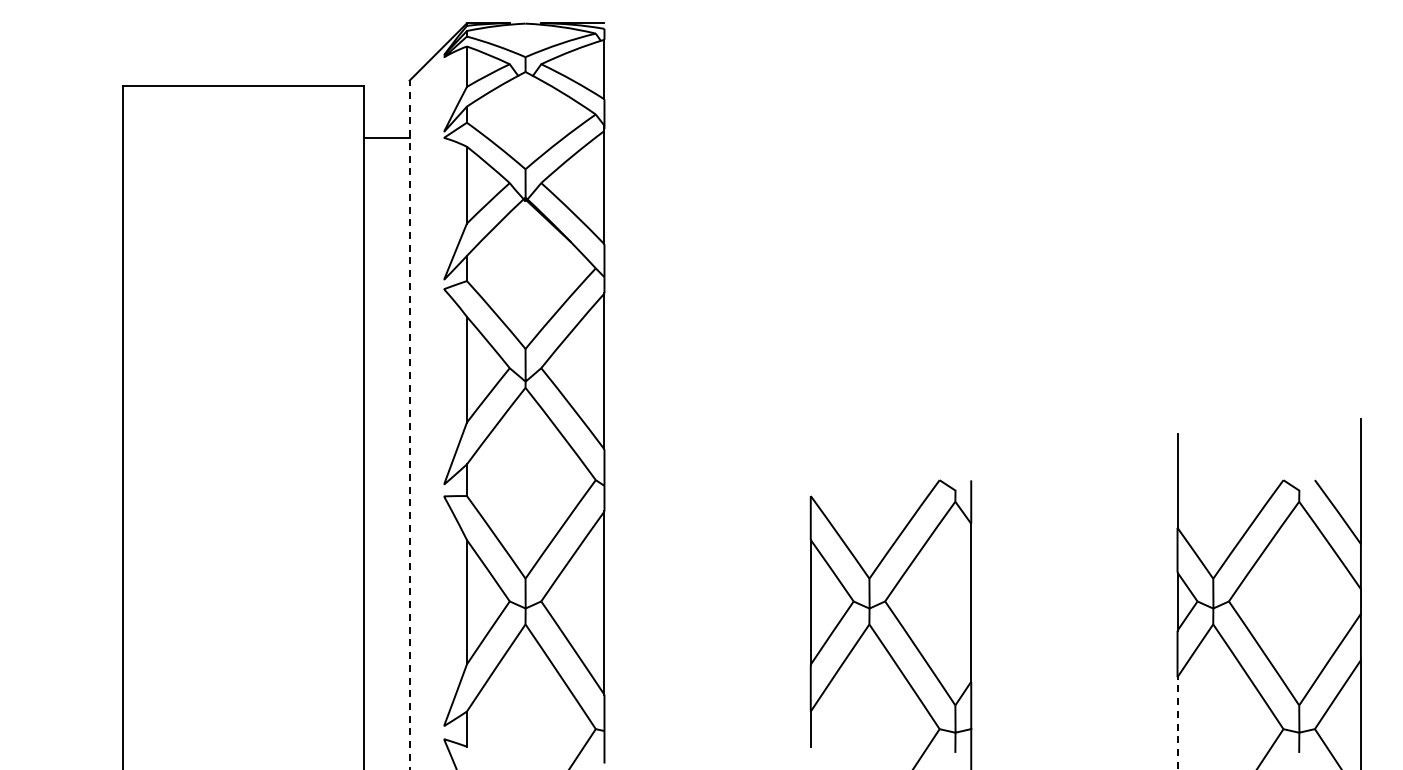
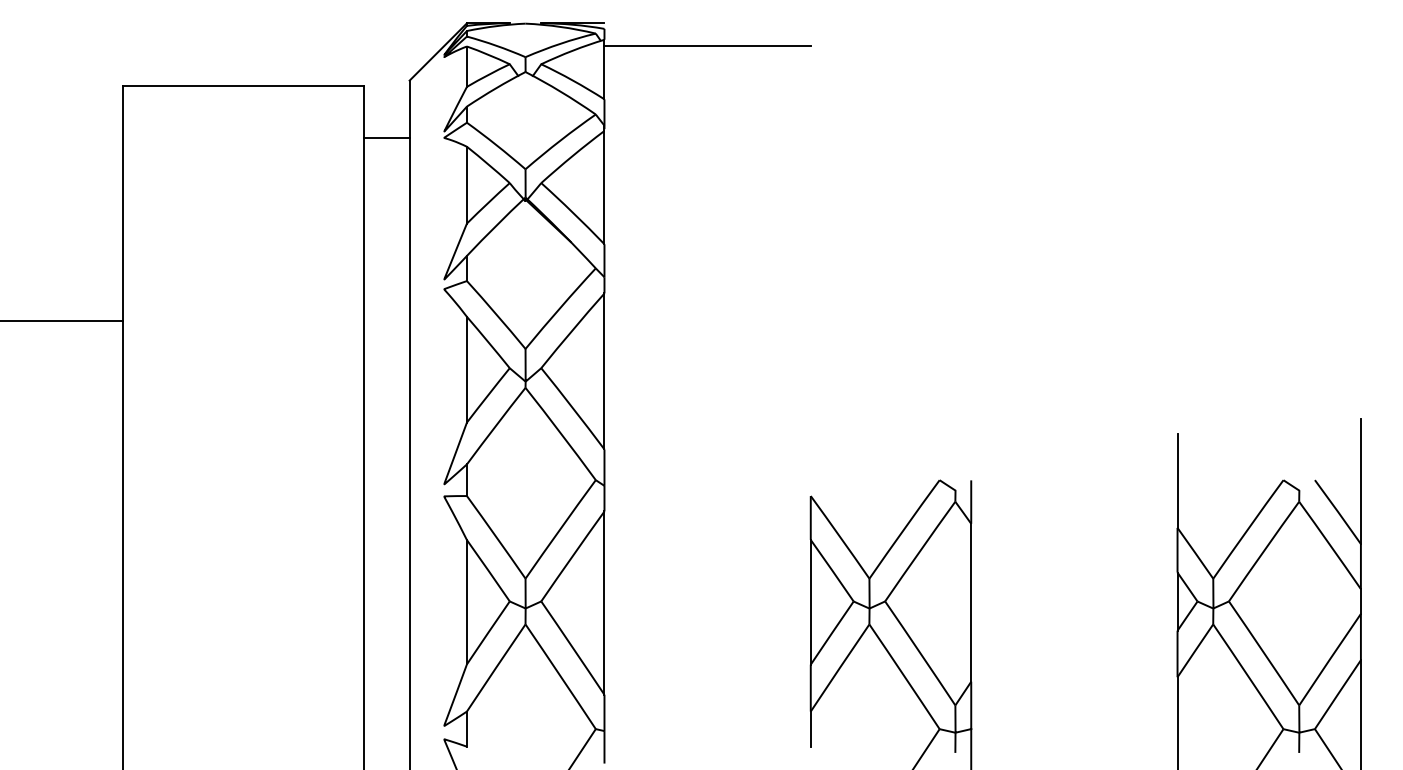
line at (707, 46): none -> present
line at (62, 321): none -> present
line at (409, 424): dashed -> solid
line at (1177, 722): dashed -> solid
